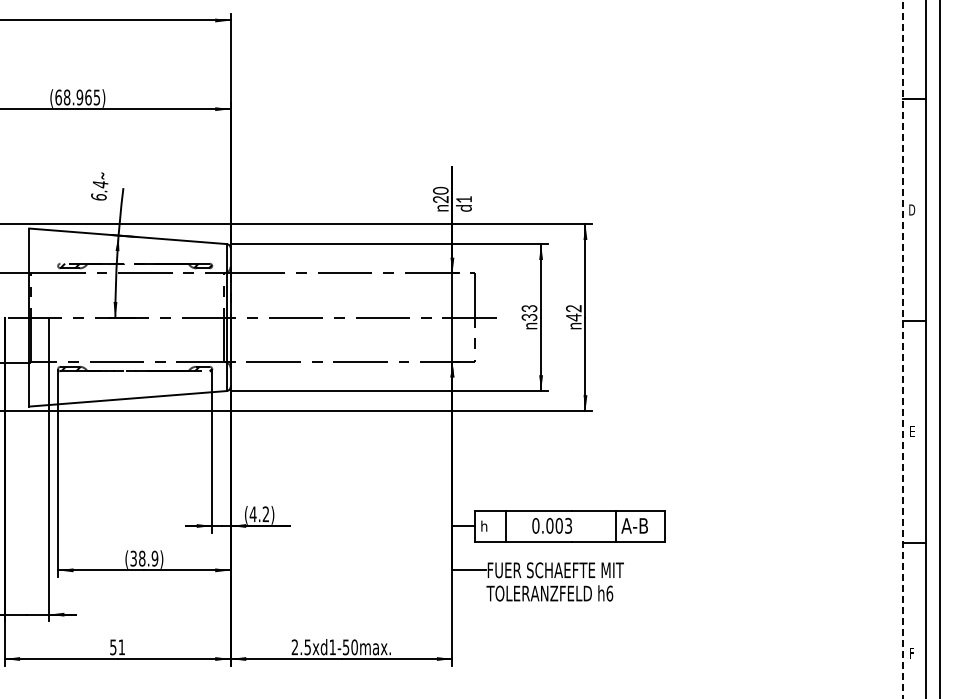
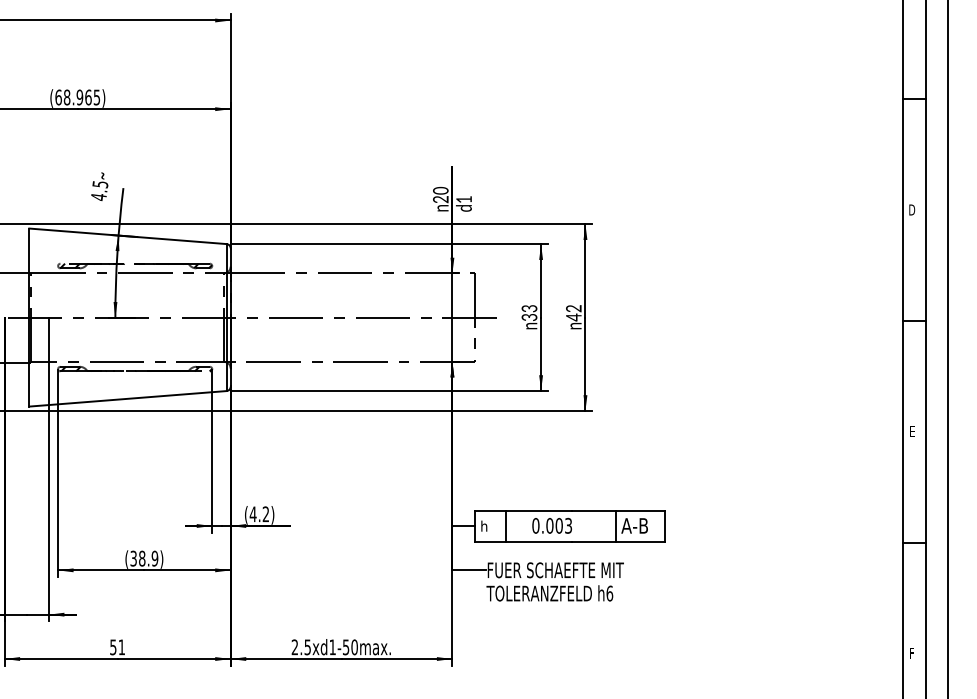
text at (99, 190): 6.4 -> 4.5
line at (939, 348) position: (939, 348) -> (947, 348)
line at (903, 349): dashed -> solid
